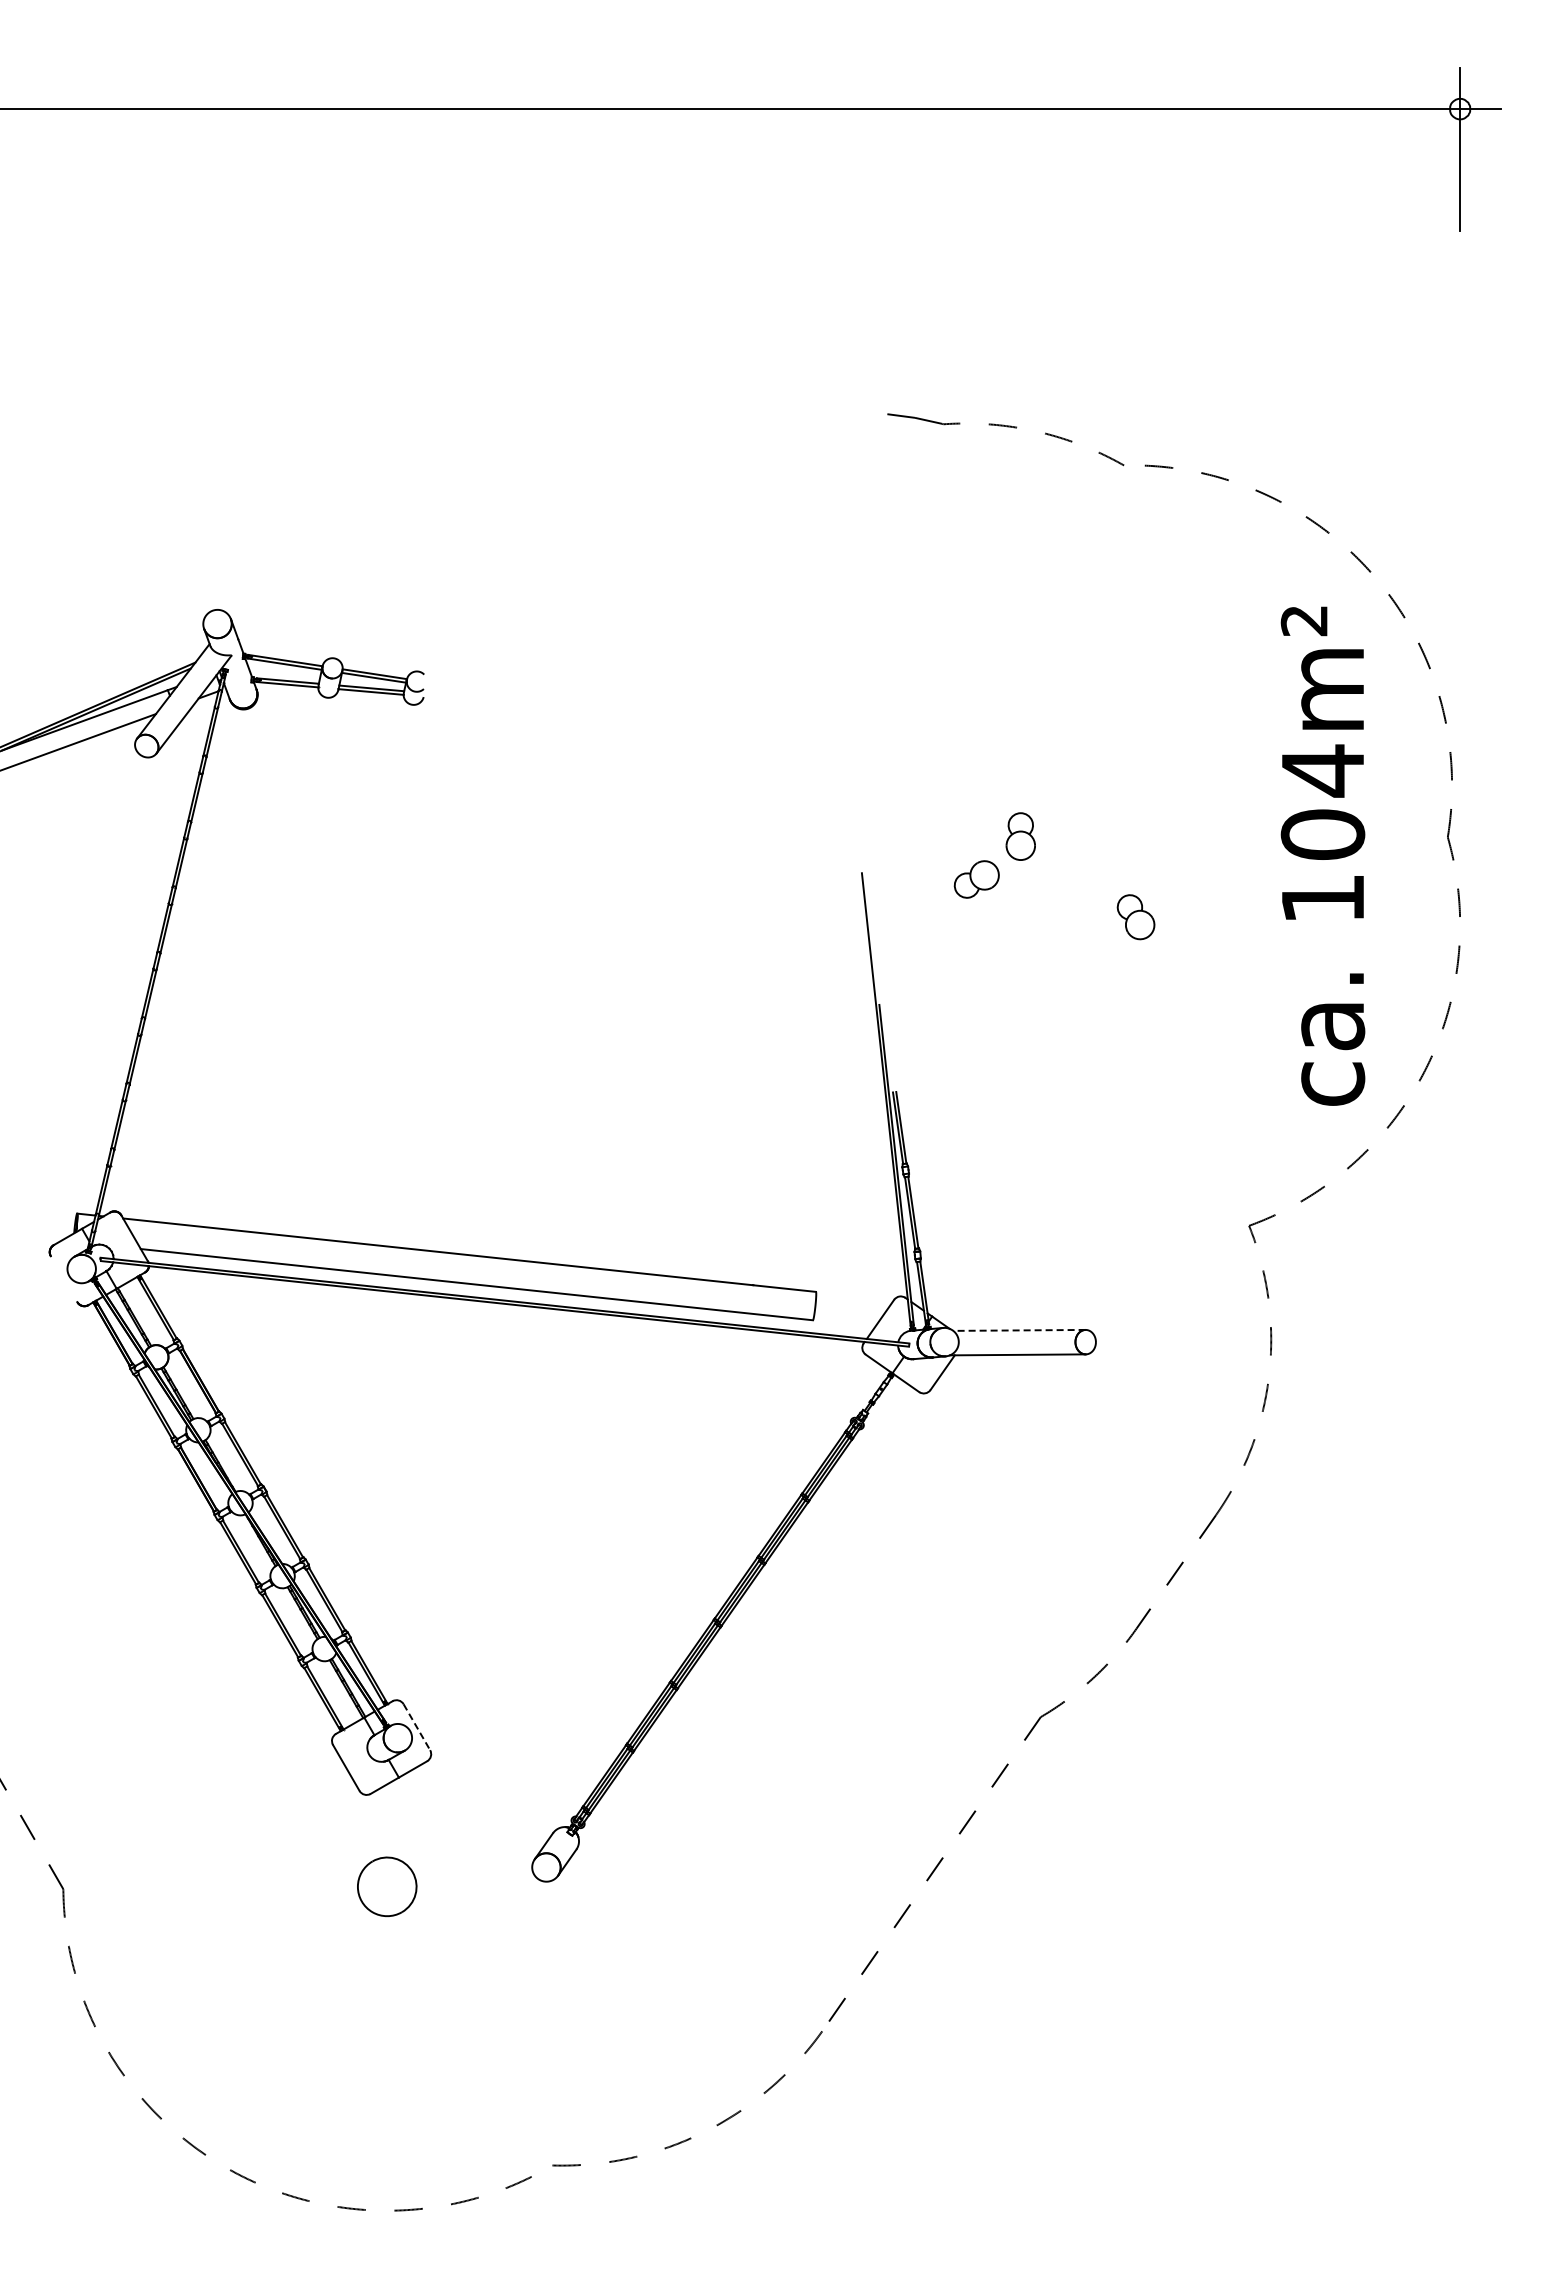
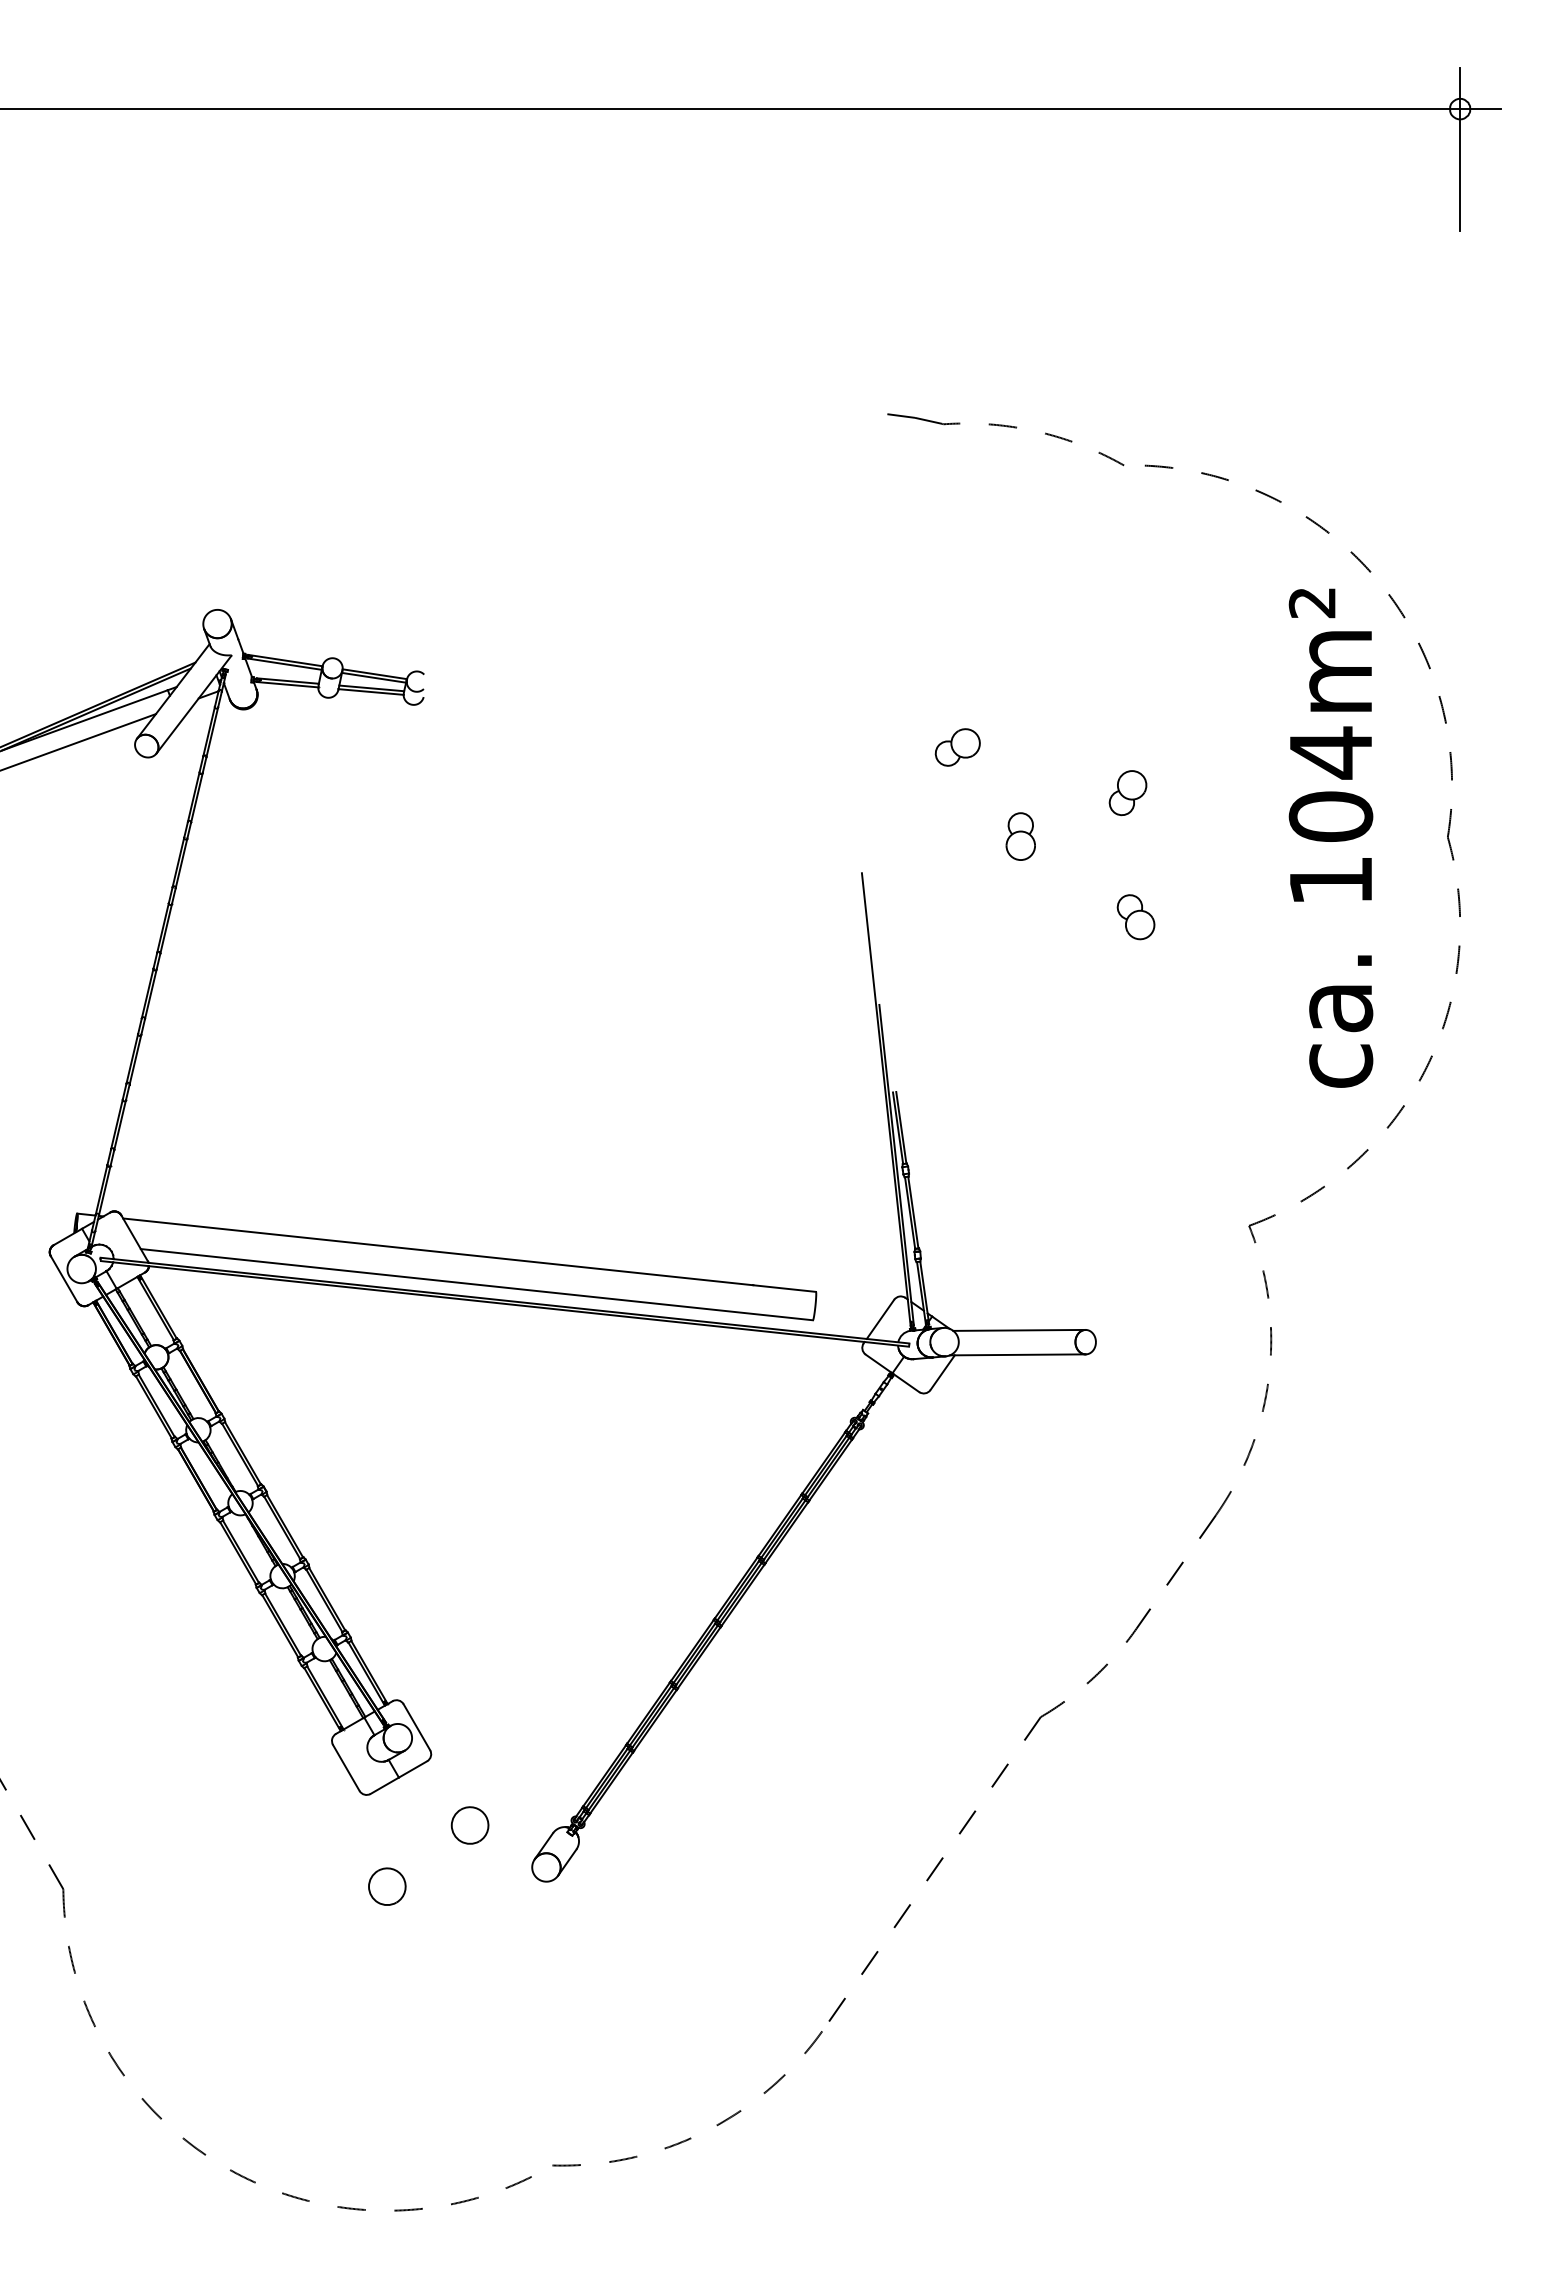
part at (1127, 793): none -> present
text at (1322, 855) position: (1322, 855) -> (1330, 837)
part at (976, 879) position: (976, 879) -> (957, 747)
line at (63, 1279): none -> present
line at (1018, 1330): dashed -> solid
line at (417, 1727): dashed -> solid
part at (469, 1825): none -> present
part at (387, 1886) size: 61x61 px -> 39x39 px
